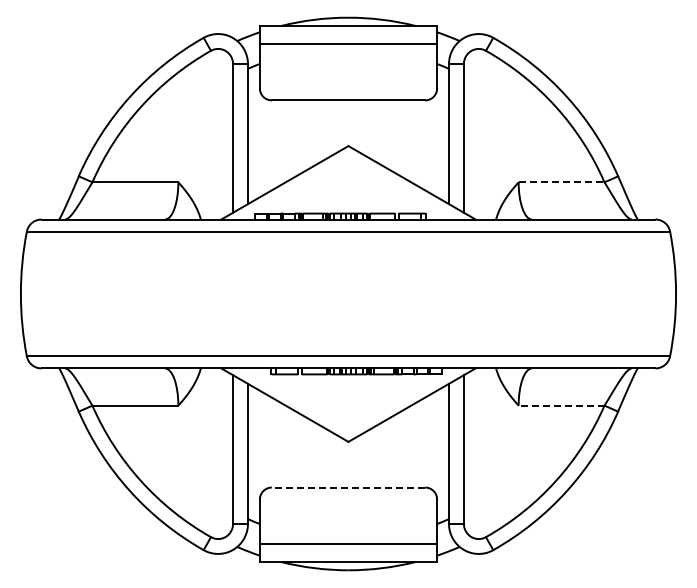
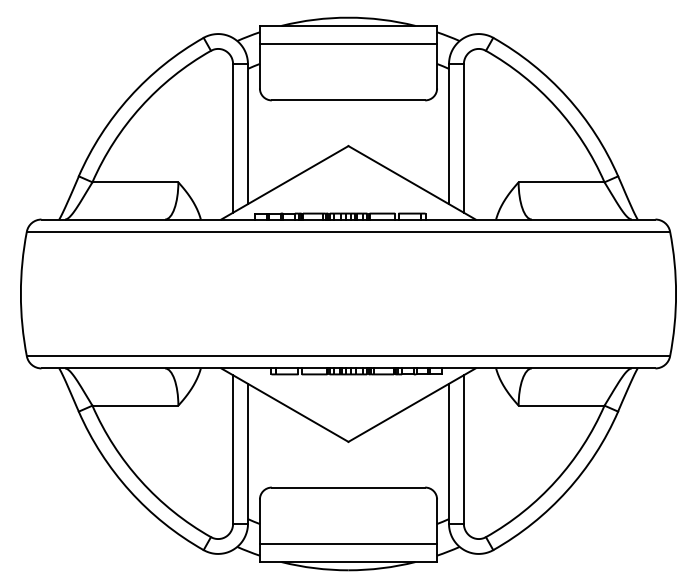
line at (561, 182): dashed -> solid
line at (561, 405): dashed -> solid
line at (348, 487): dashed -> solid
